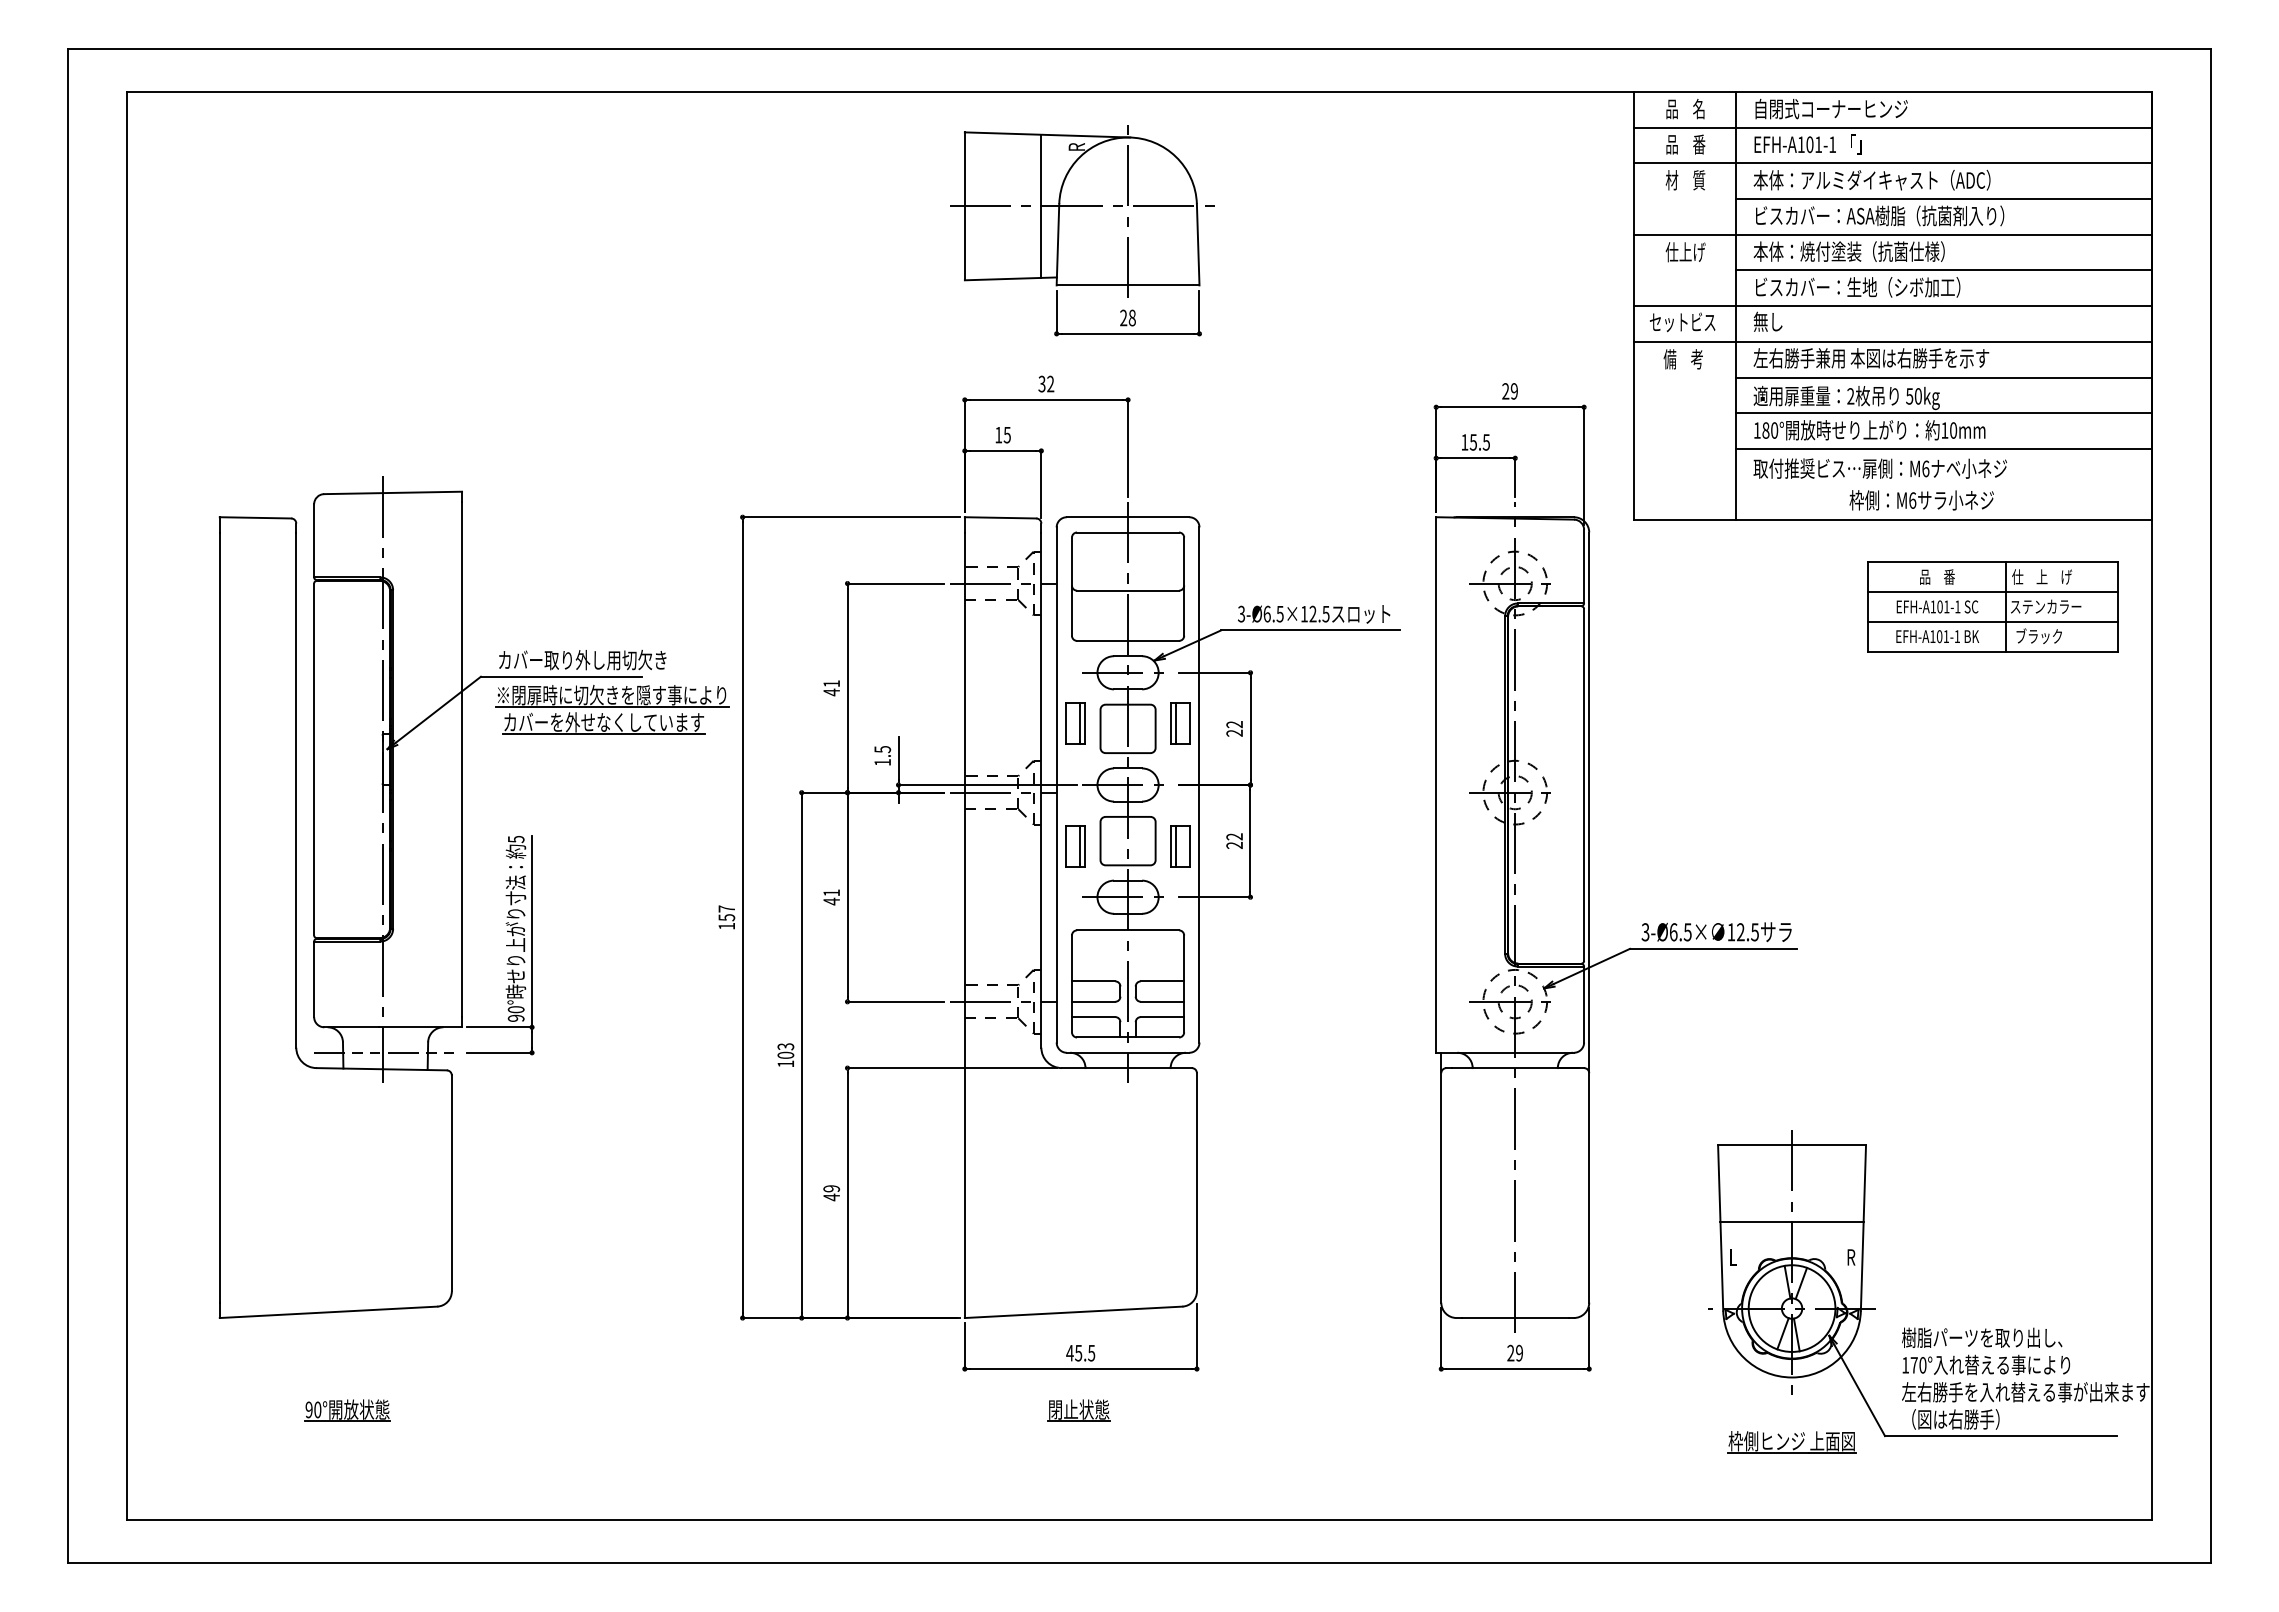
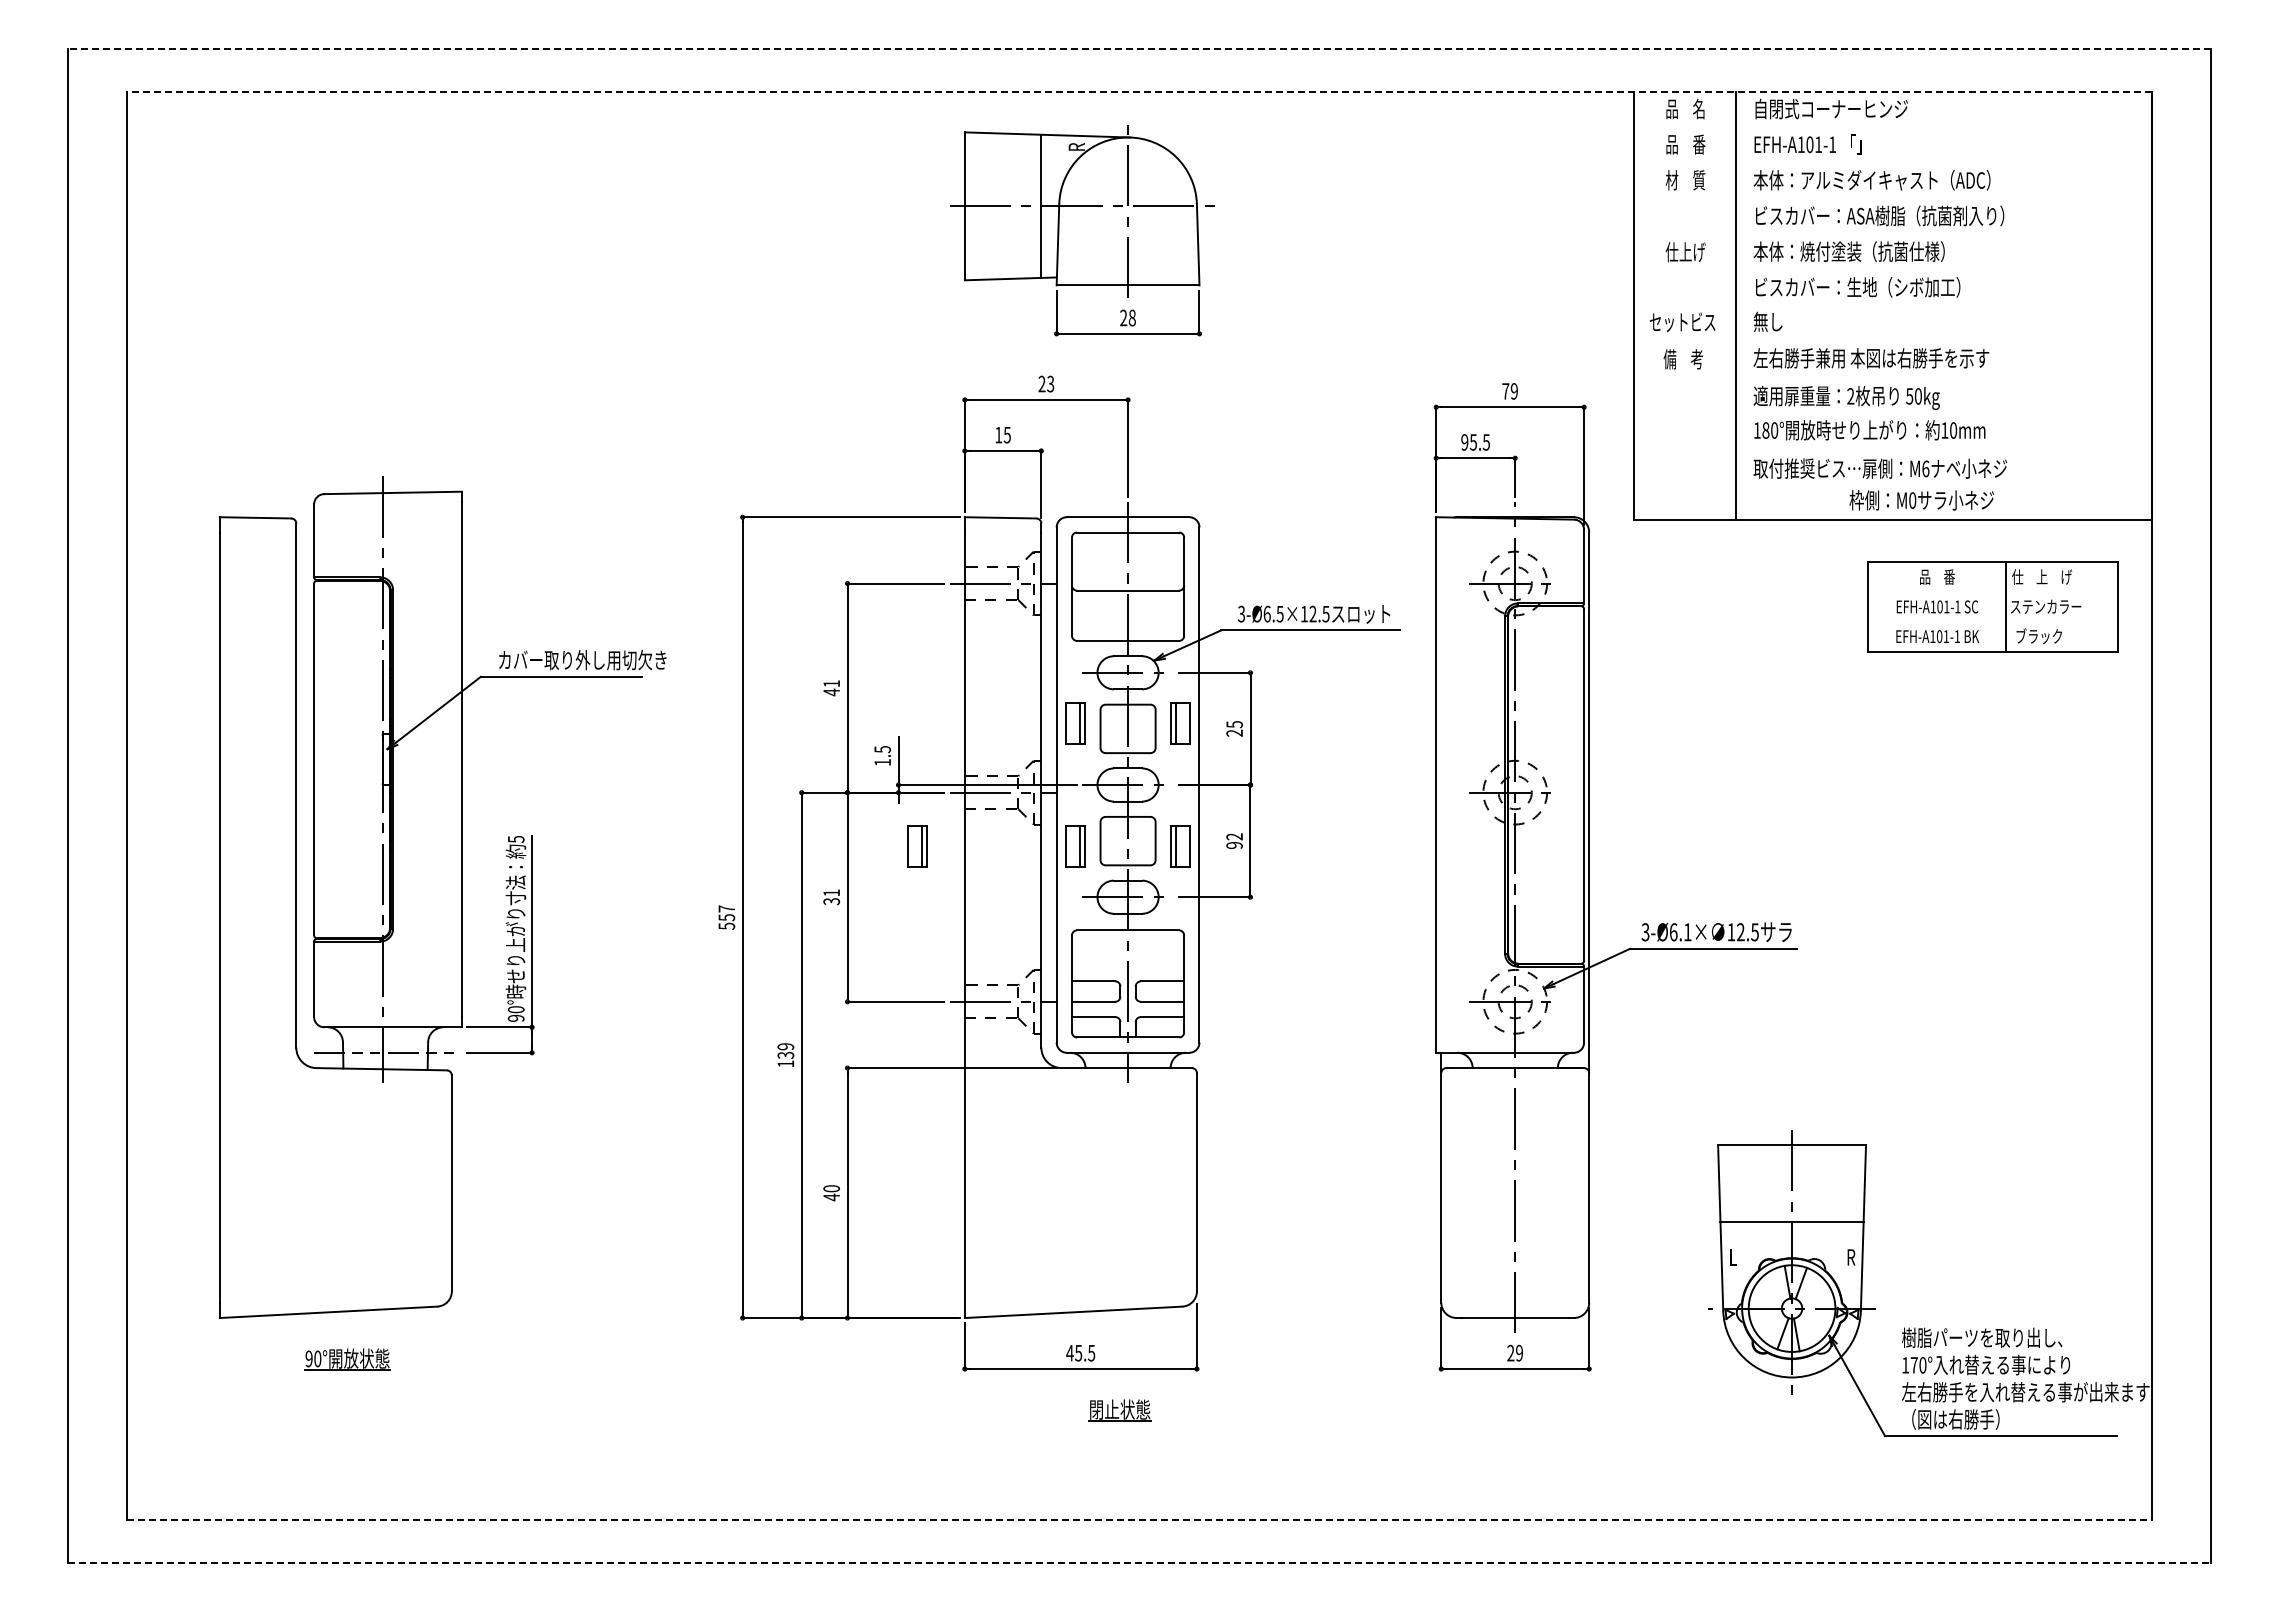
line at (1138, 48): solid -> dashed
line at (1138, 91): solid -> dashed
line at (1892, 127): present -> none
line at (1892, 163): present -> none
line at (1943, 199): present -> none
line at (1892, 234): present -> none
line at (1943, 270): present -> none
line at (1892, 306): present -> none
line at (1892, 341): present -> none
line at (1943, 377): present -> none
text at (1046, 384): 32 -> 23
text at (1505, 391): 29 -> 79
line at (1943, 413): present -> none
text at (1464, 442): 15.5 -> 95.5
line at (1943, 448): present -> none
text at (1912, 500): M6 -> M0
line at (1993, 592): present -> none
line at (1993, 621): present -> none
part at (612, 709): present -> none
text at (1234, 724): 22 -> 25
text at (1234, 845): 22 -> 92
part at (917, 846): none -> present
text at (831, 901): 41 -> 31
text at (726, 925): 157 -> 557
text at (1687, 932): 3-Ø6.5× -> 3-Ø6.1×
text at (785, 1050): 103 -> 139
text at (831, 1188): 49 -> 40
part at (347, 1410) position: (347, 1410) -> (347, 1359)
part at (1078, 1410) position: (1078, 1410) -> (1119, 1410)
part at (1791, 1442): present -> none
line at (1139, 1520): solid -> dashed
line at (1139, 1563): solid -> dashed
